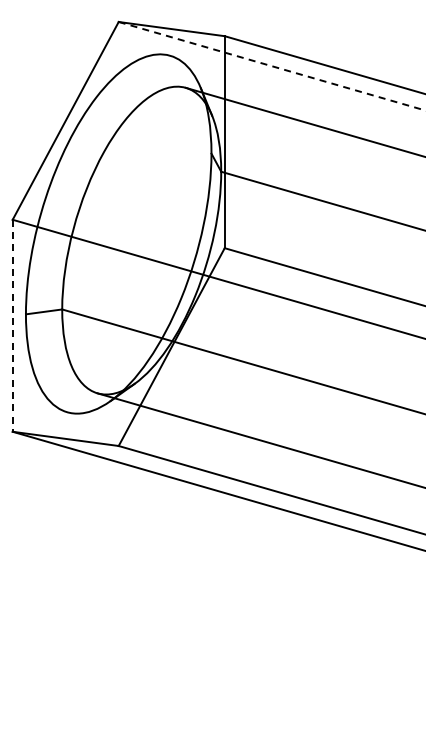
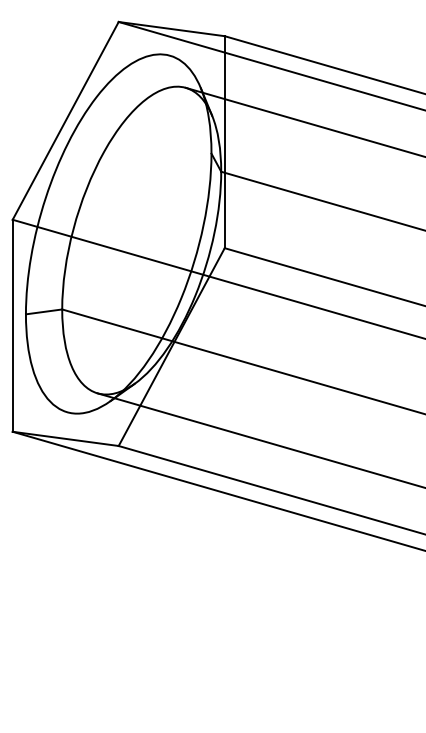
line at (272, 66): dashed -> solid
line at (12, 326): dashed -> solid
